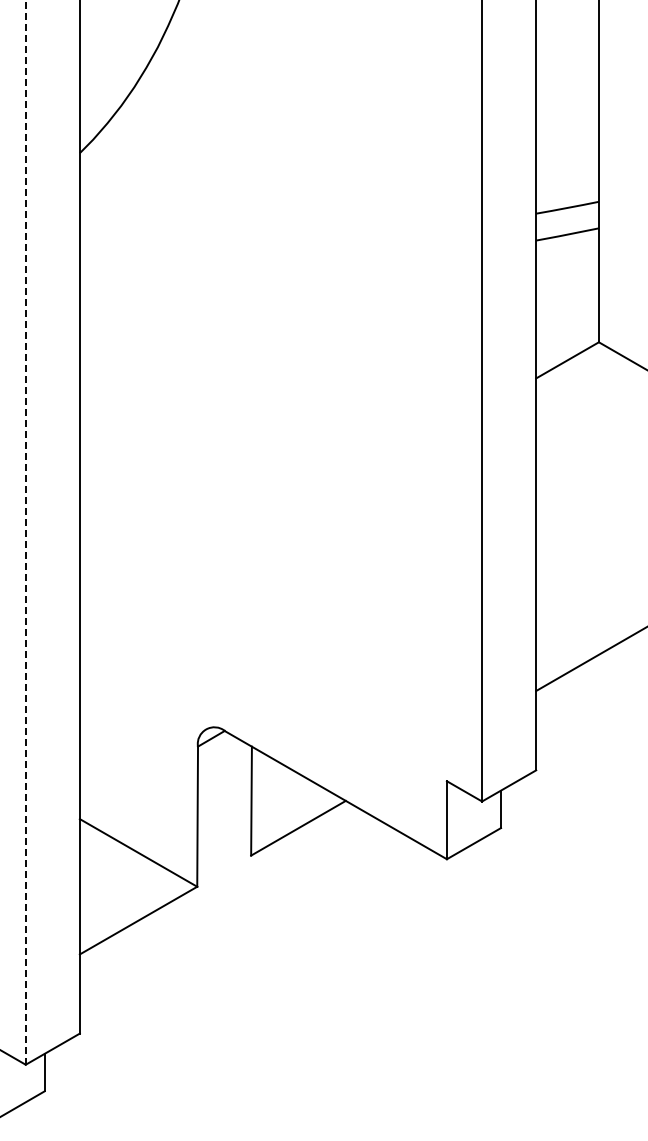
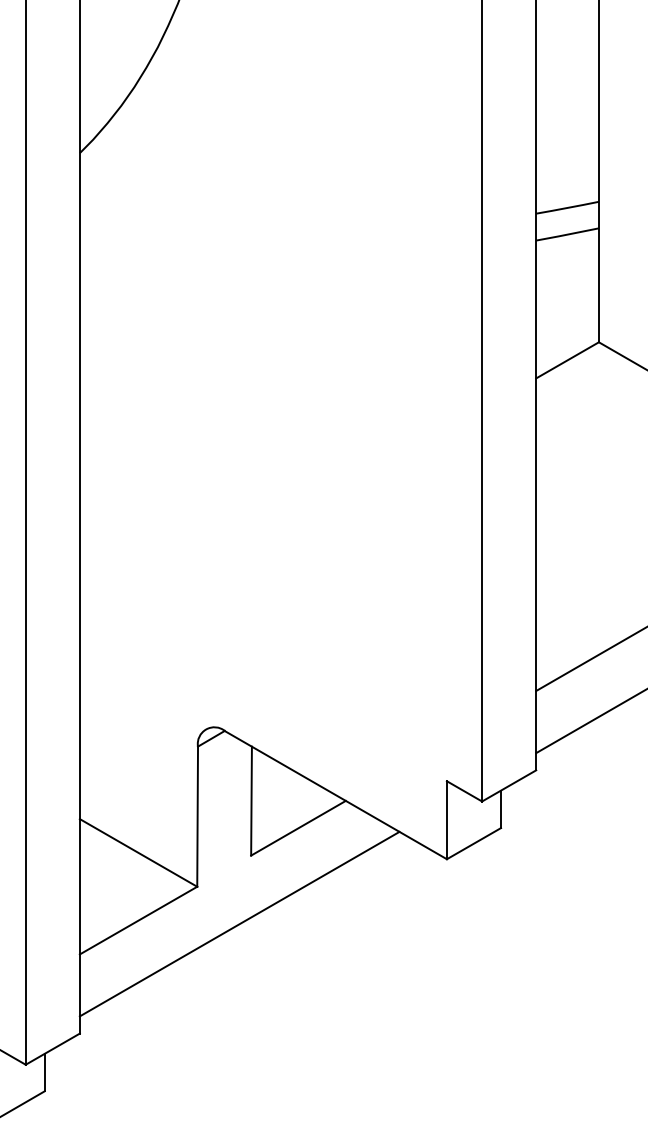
line at (25, 531): dashed -> solid
line at (590, 721): none -> present
line at (239, 923): none -> present
